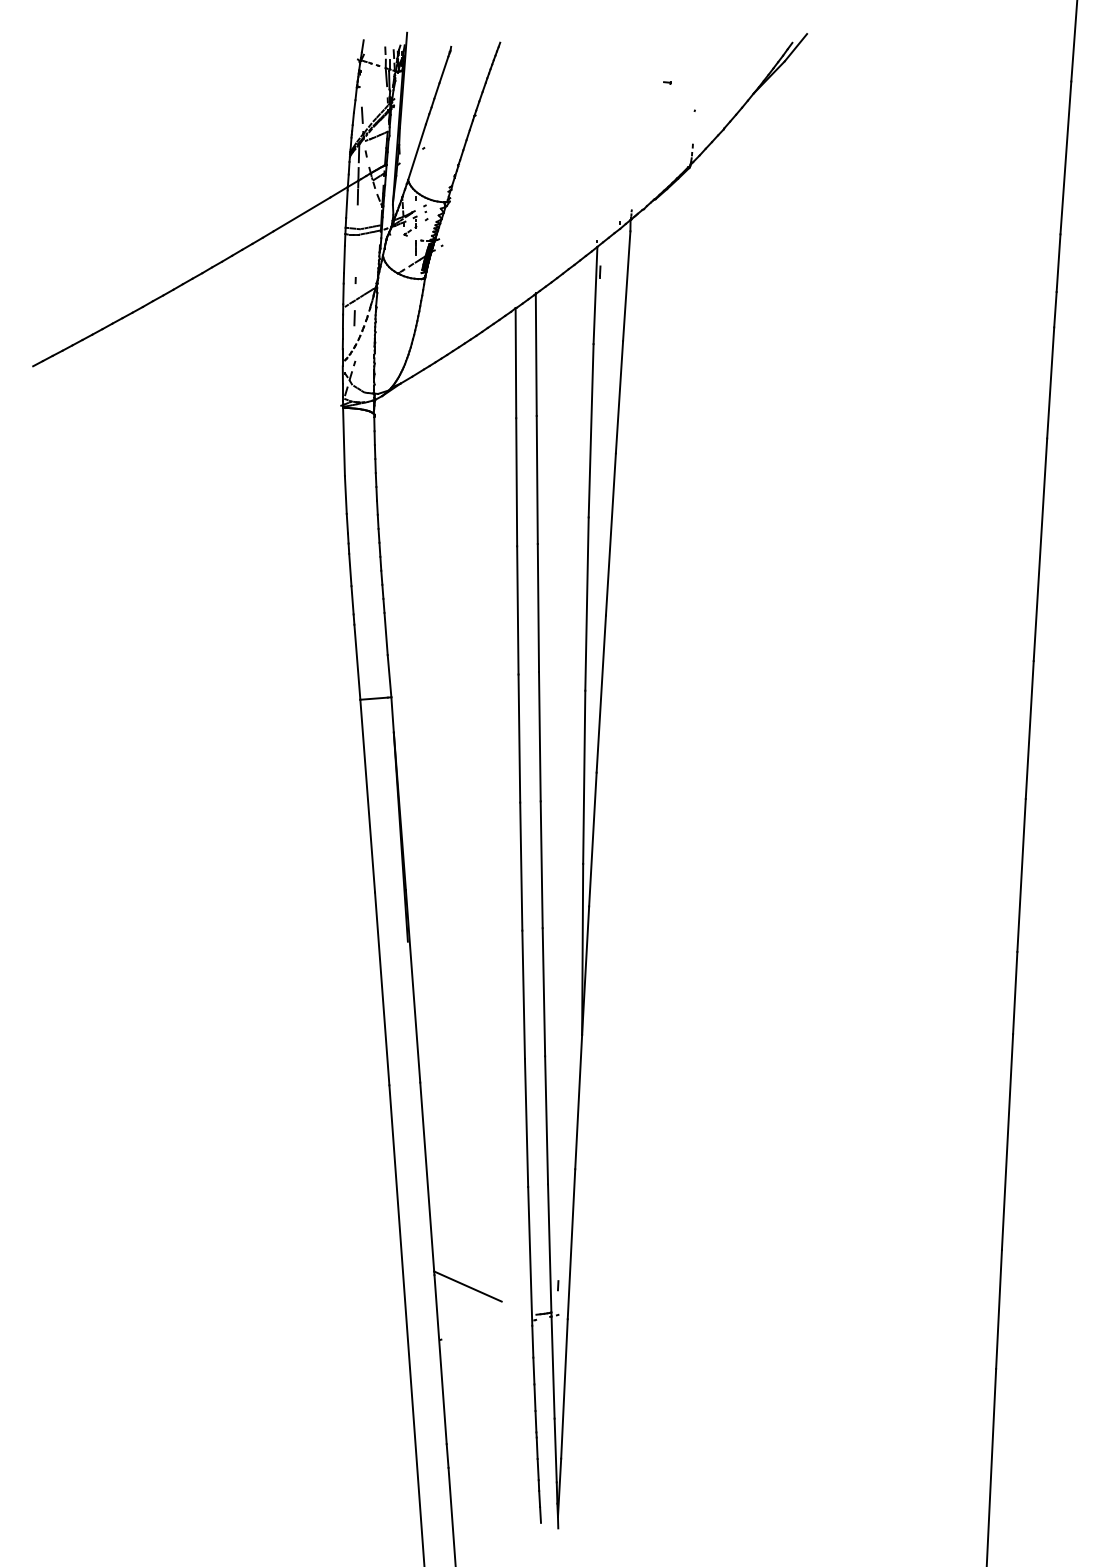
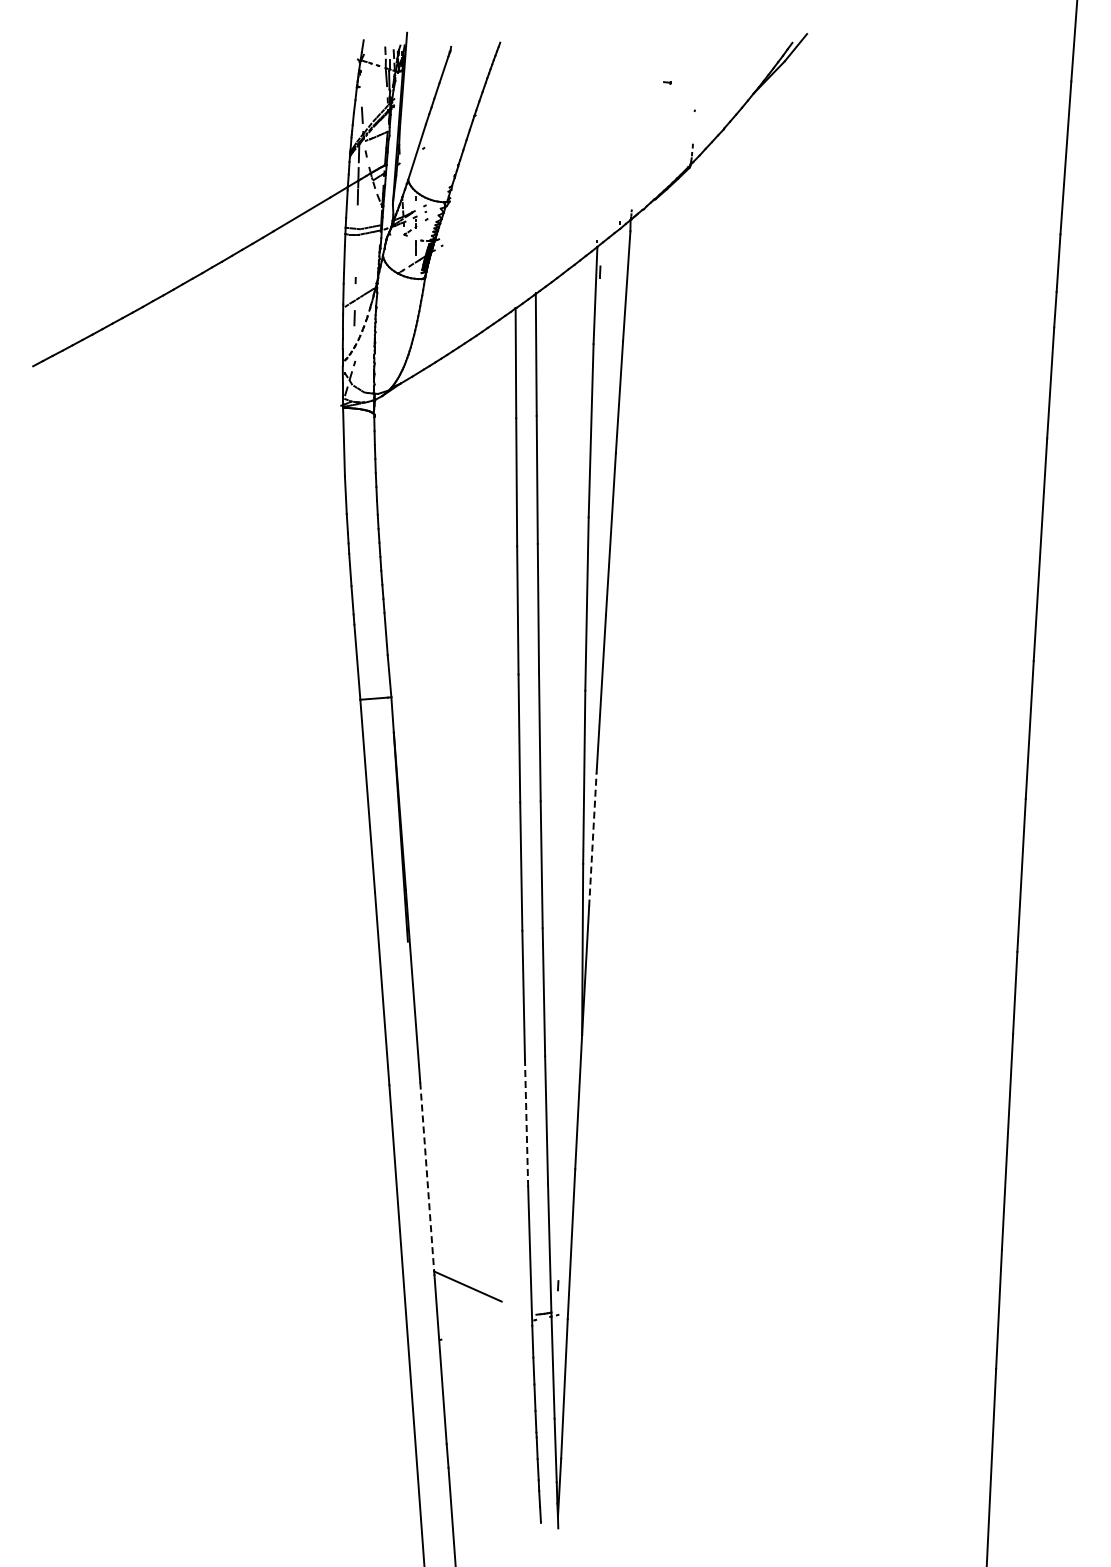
line at (592, 839): solid -> dashed
line at (526, 1122): solid -> dashed
line at (427, 1177): solid -> dashed
